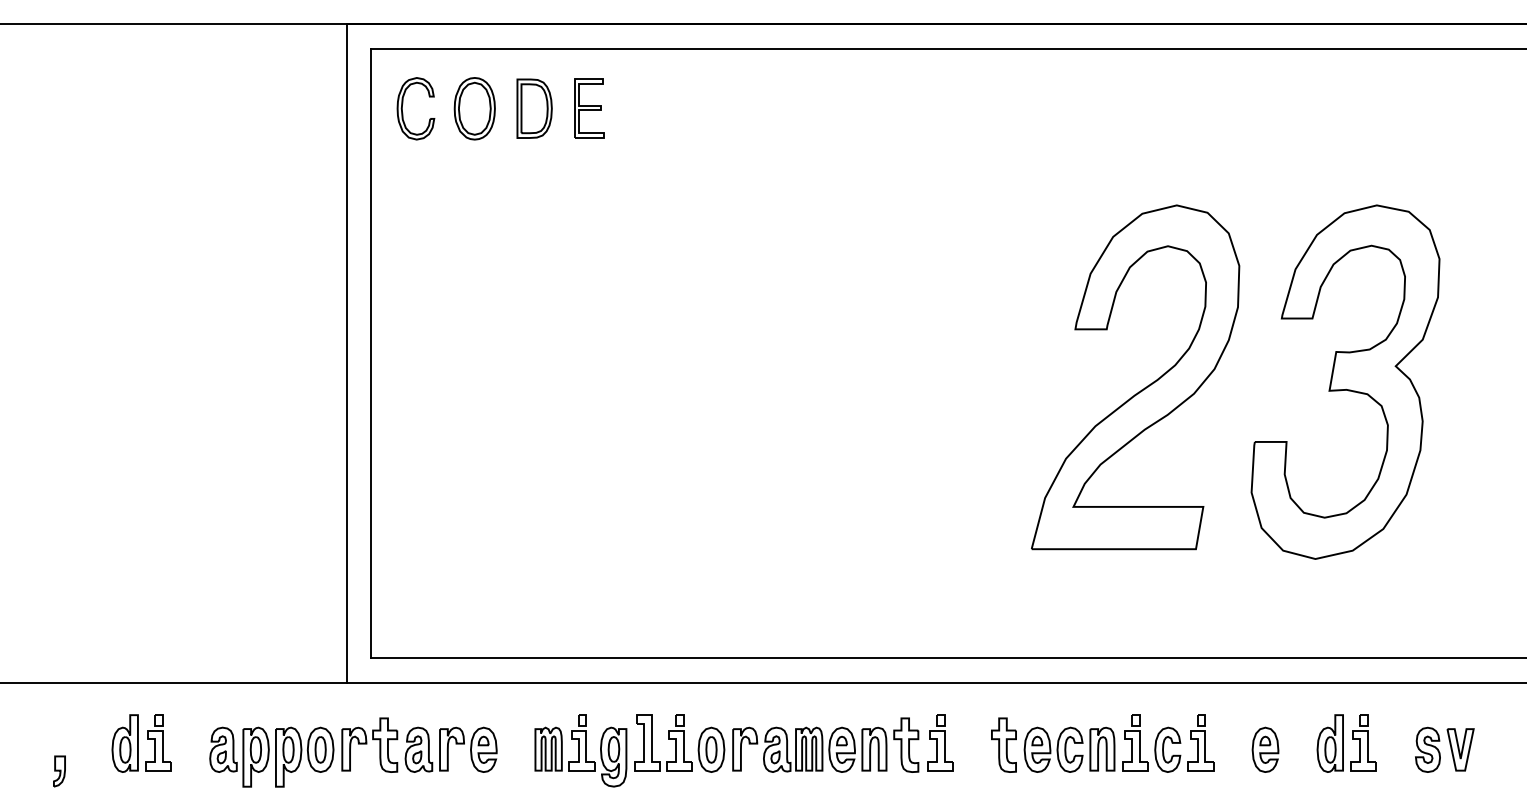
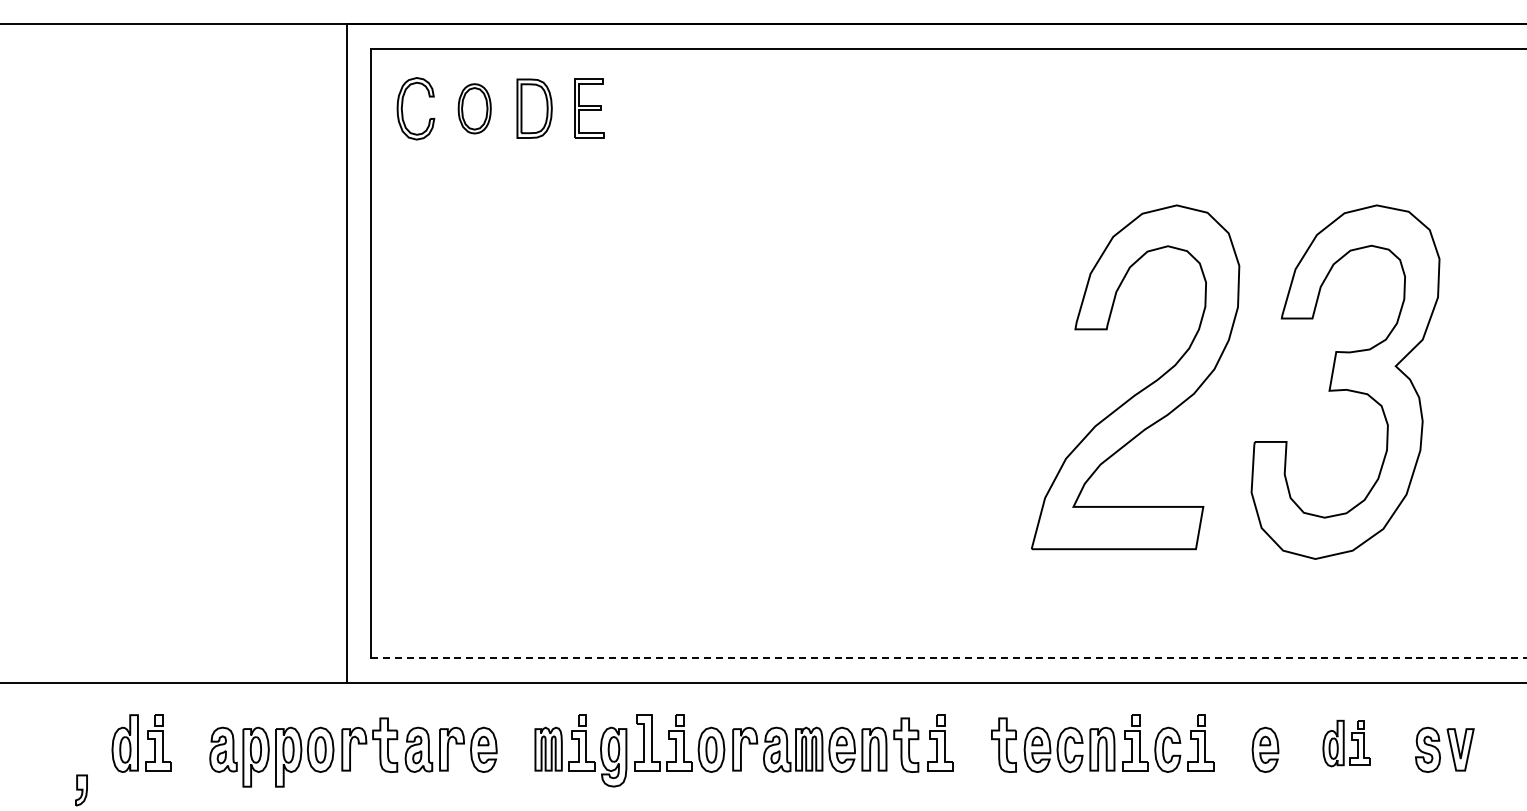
part at (474, 108) size: 43x64 px -> 35x52 px
line at (949, 658): solid -> dashed
part at (1346, 743) size: 61x59 px -> 49x49 px
part at (59, 771) position: (59, 771) -> (81, 790)
